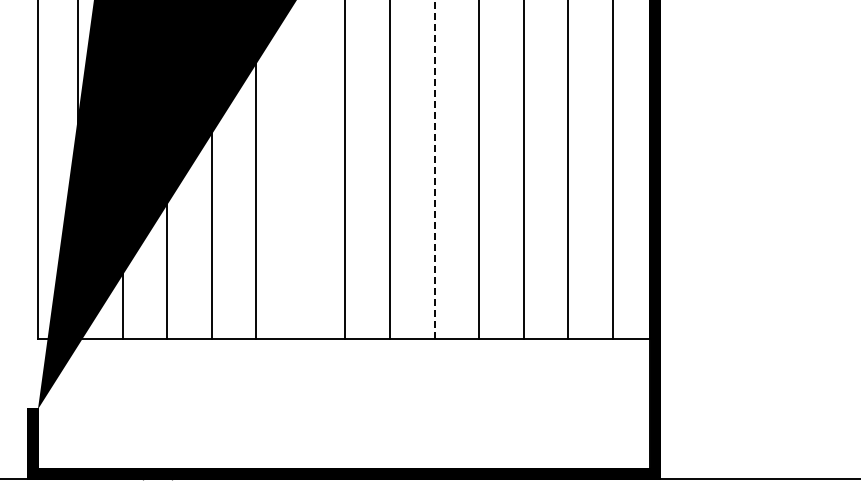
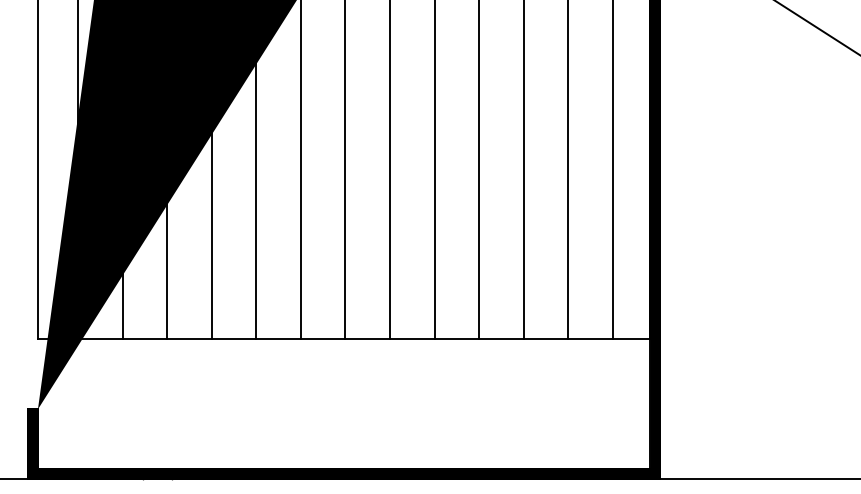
line at (817, 27): none -> present
line at (434, 169): dashed -> solid
line at (300, 170): none -> present
